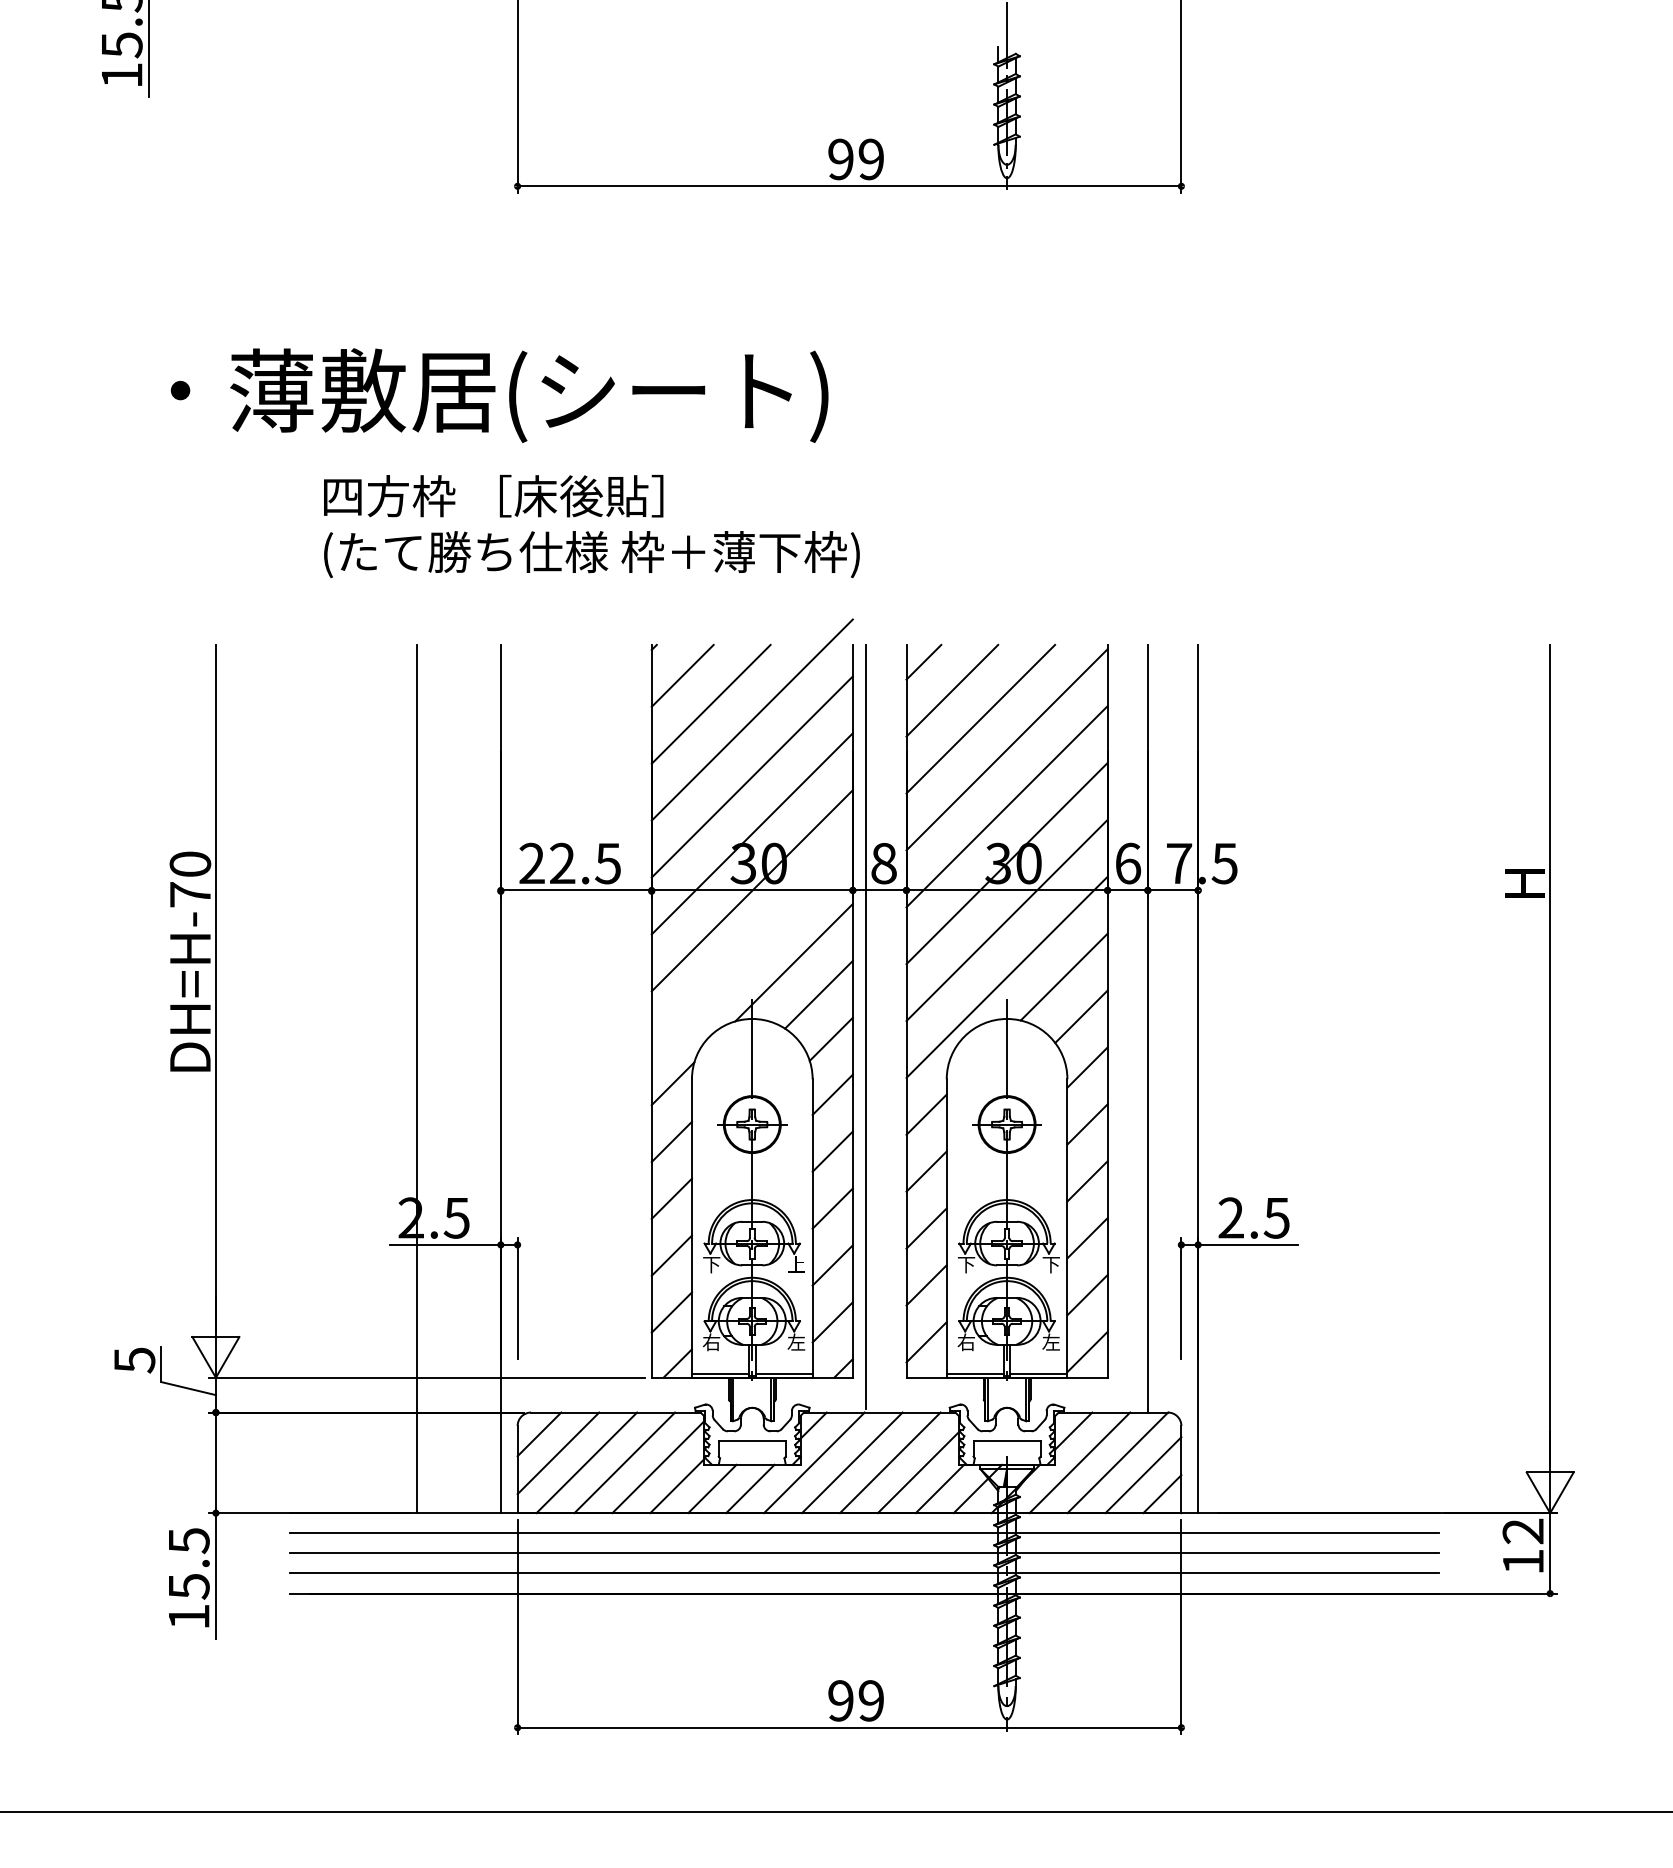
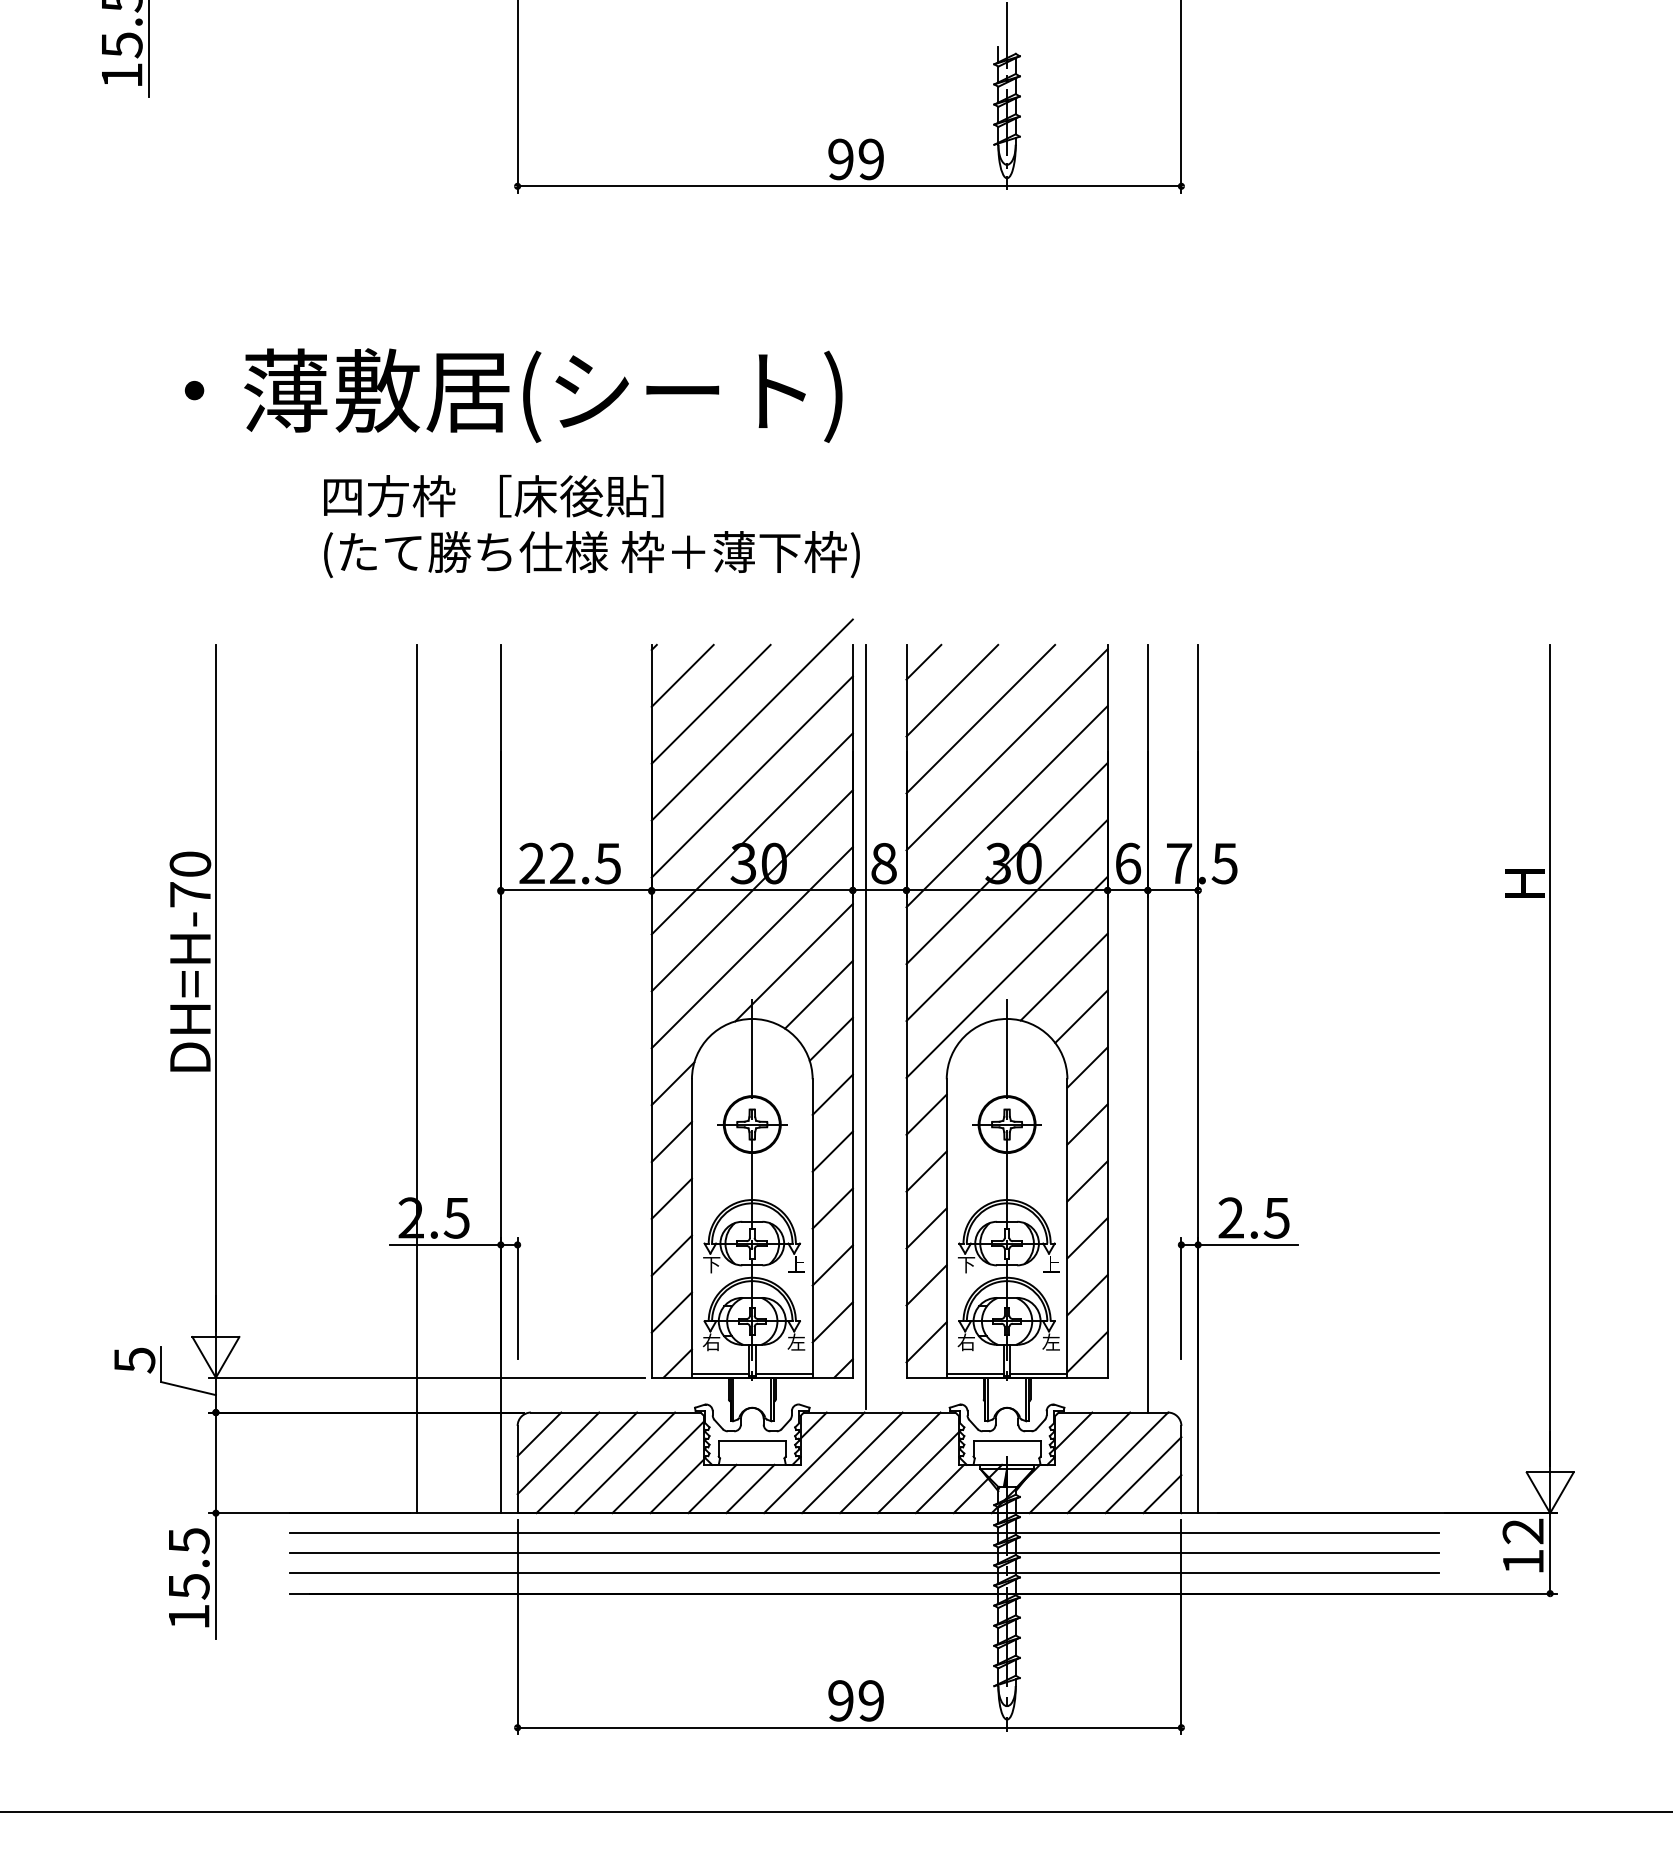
text at (499, 395) position: (499, 395) -> (513, 395)
line at (751, 947): none -> present
text at (1050, 1264): 下 -> 上
